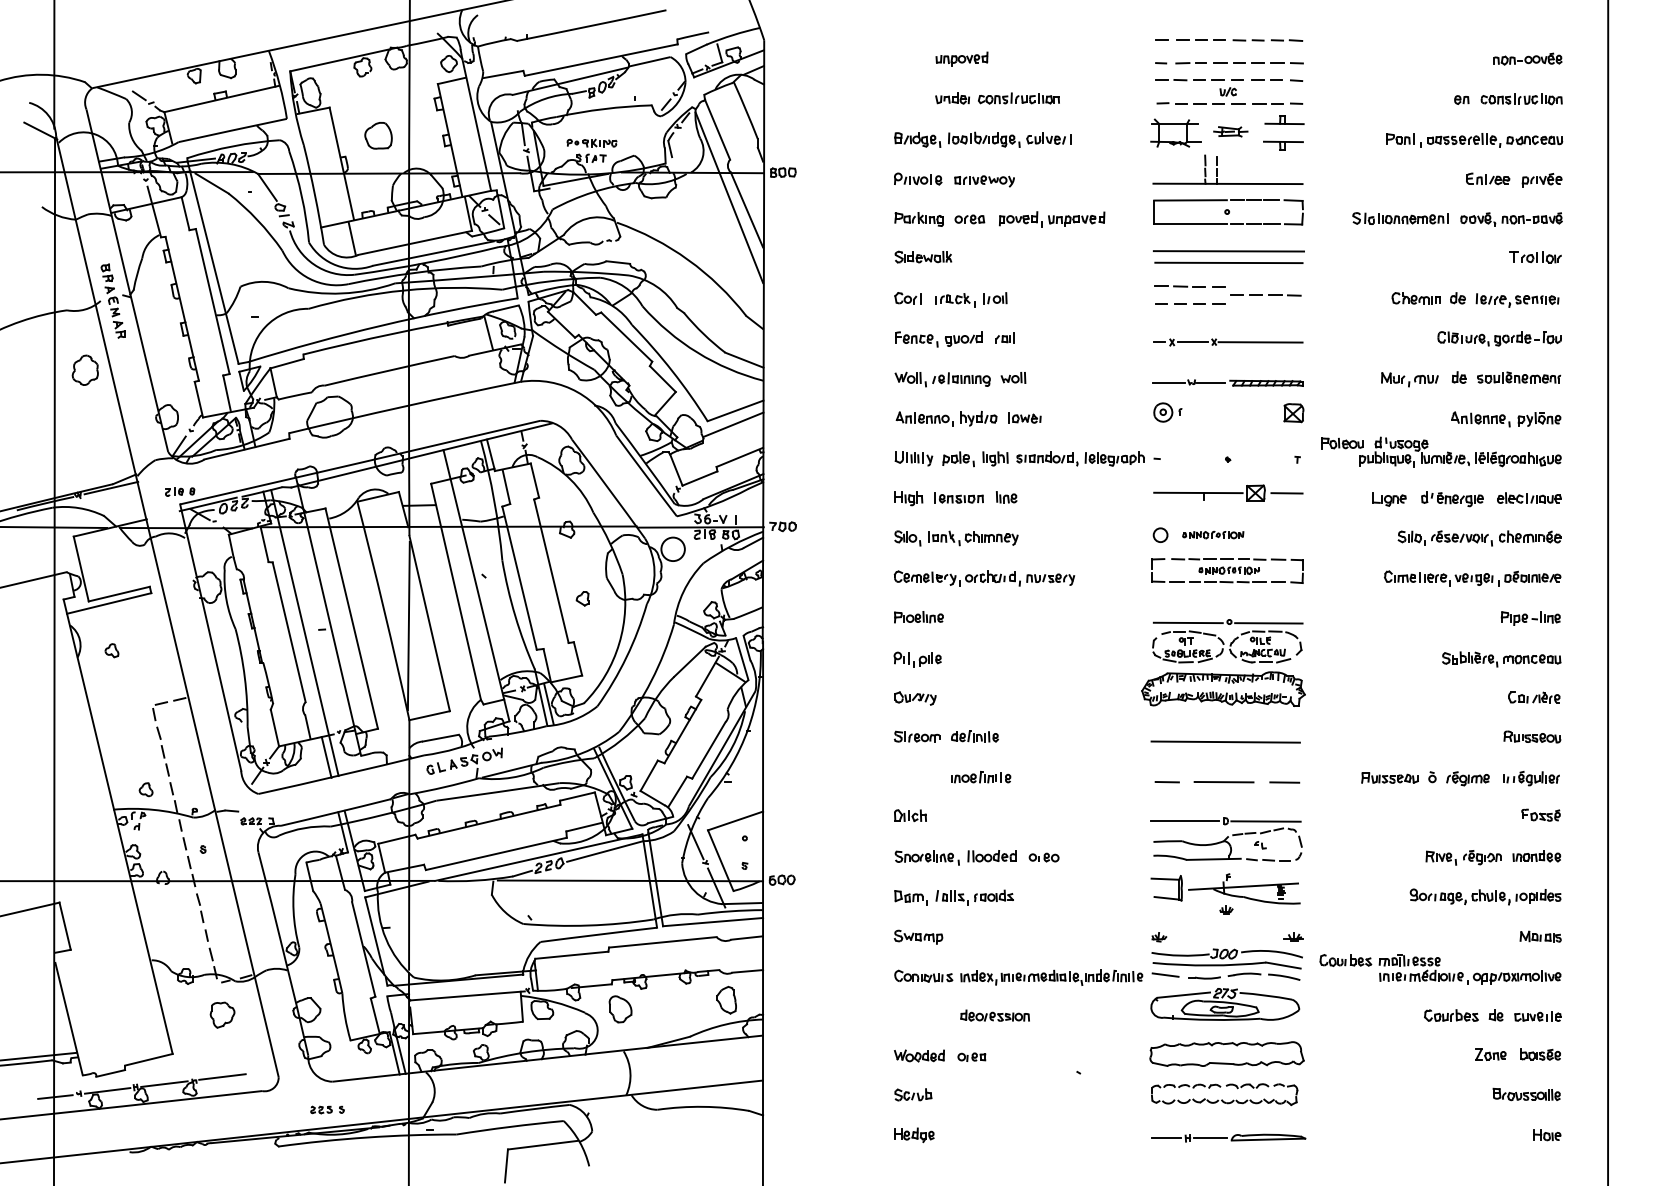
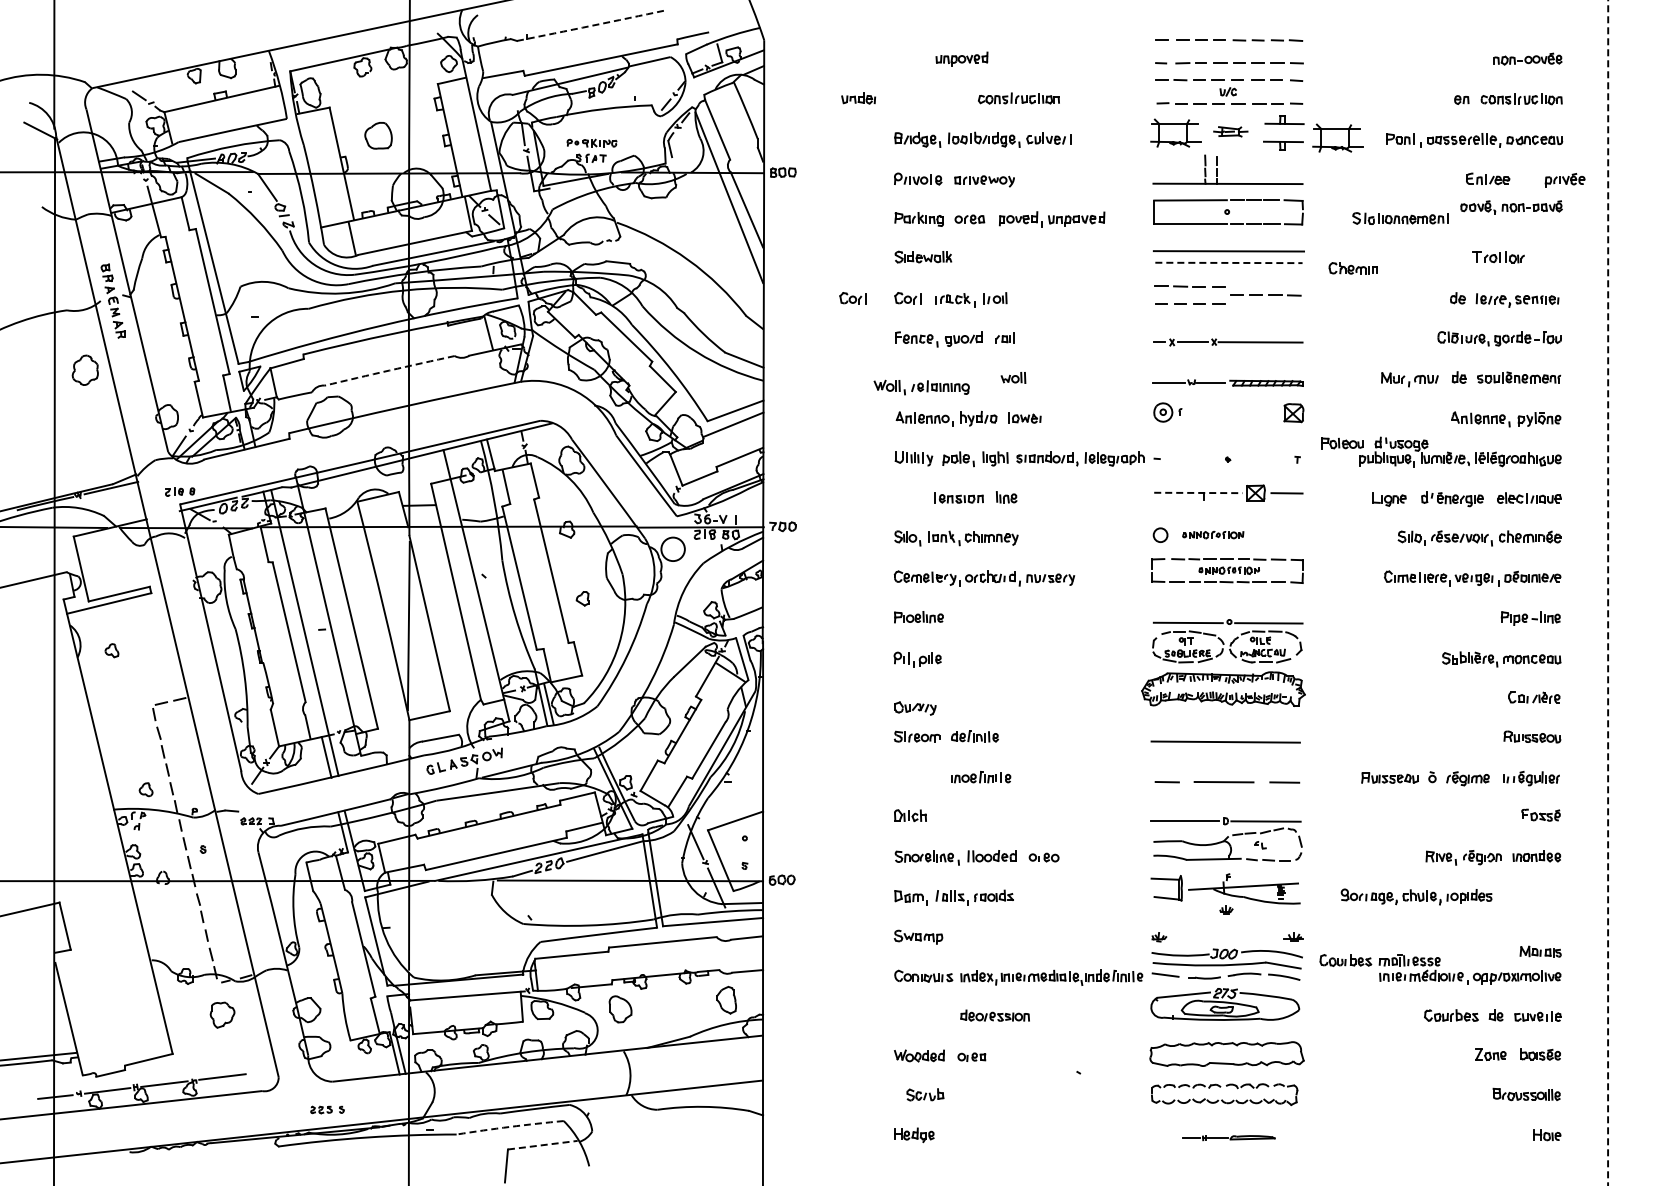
arc at (591, 25): solid -> dashed
part at (952, 98) position: (952, 98) -> (858, 98)
part at (1337, 137): none -> present
part at (1541, 180) position: (1541, 180) -> (1564, 180)
part at (1511, 219) position: (1511, 219) -> (1511, 207)
part at (1535, 257) position: (1535, 257) -> (1498, 257)
line at (1228, 262): solid -> dashed
part at (852, 298): none -> present
part at (1415, 298) position: (1415, 298) -> (1352, 268)
arc at (389, 370): solid -> dashed
part at (942, 379) position: (942, 379) -> (921, 387)
line at (1198, 492): solid -> dashed
part at (908, 498): present -> none
line at (1608, 593): solid -> dashed
part at (915, 698) position: (915, 698) -> (915, 708)
part at (1485, 896) position: (1485, 896) -> (1416, 896)
part at (1540, 936) position: (1540, 936) -> (1540, 951)
part at (913, 1094) position: (913, 1094) -> (925, 1094)
arc at (510, 1126): solid -> dashed
part at (1228, 1137) size: 156x10 px -> 94x7 px
line at (543, 1145): solid -> dashed
